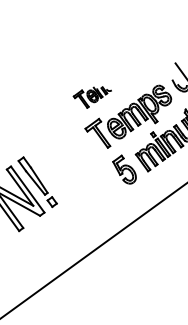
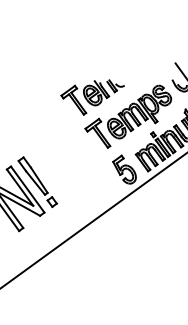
part at (91, 97) size: 40x23 px -> 65x37 px
line at (93, 250) position: (93, 250) -> (93, 220)
